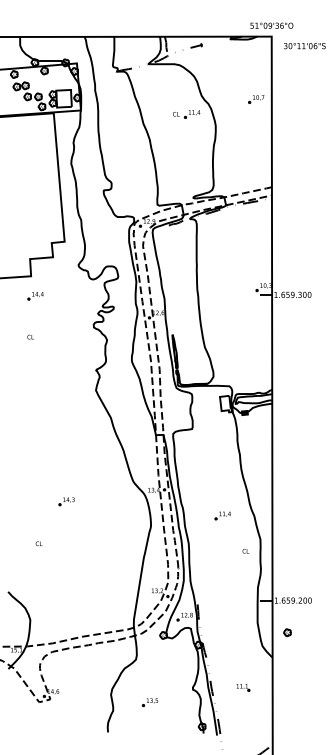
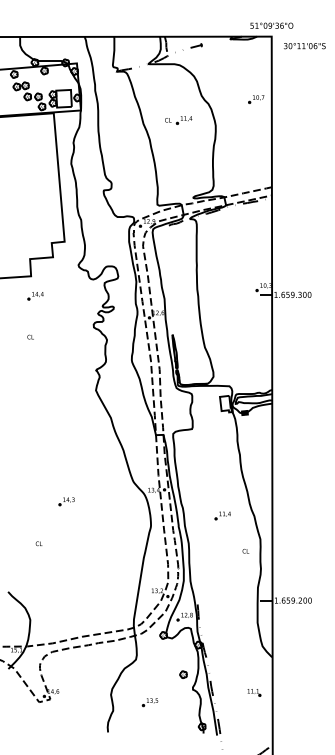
part at (186, 114) position: (186, 114) -> (178, 120)
part at (287, 632) position: (287, 632) -> (183, 674)
part at (243, 687) position: (243, 687) -> (254, 692)
